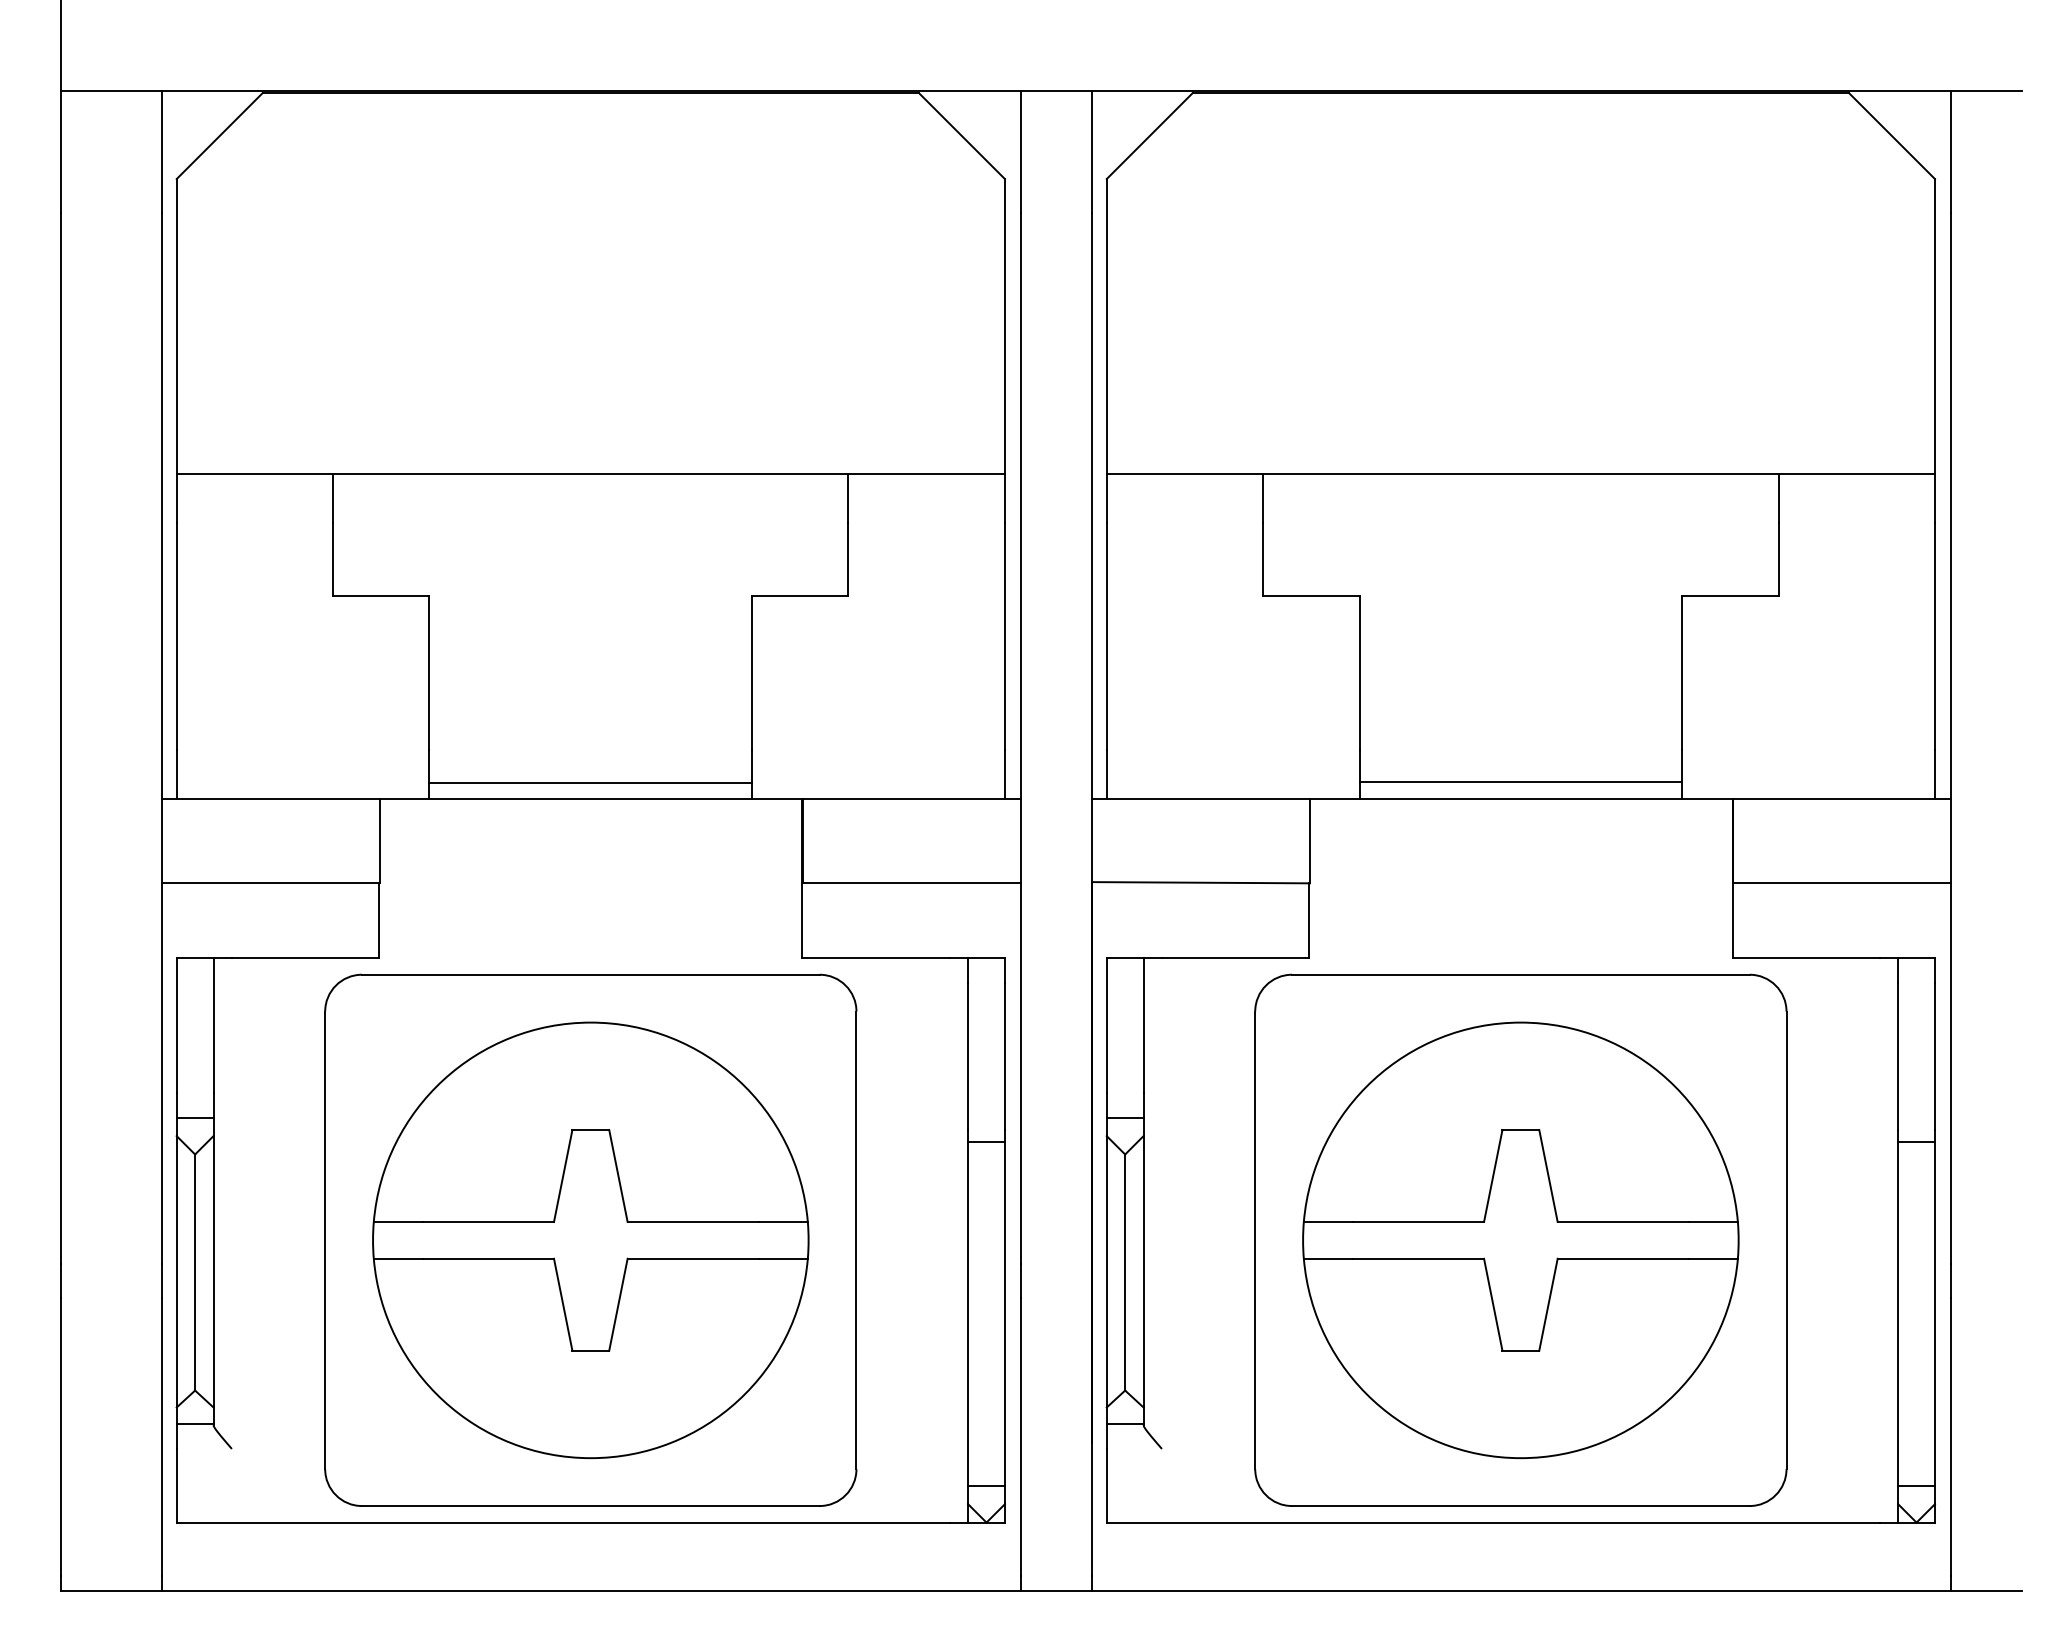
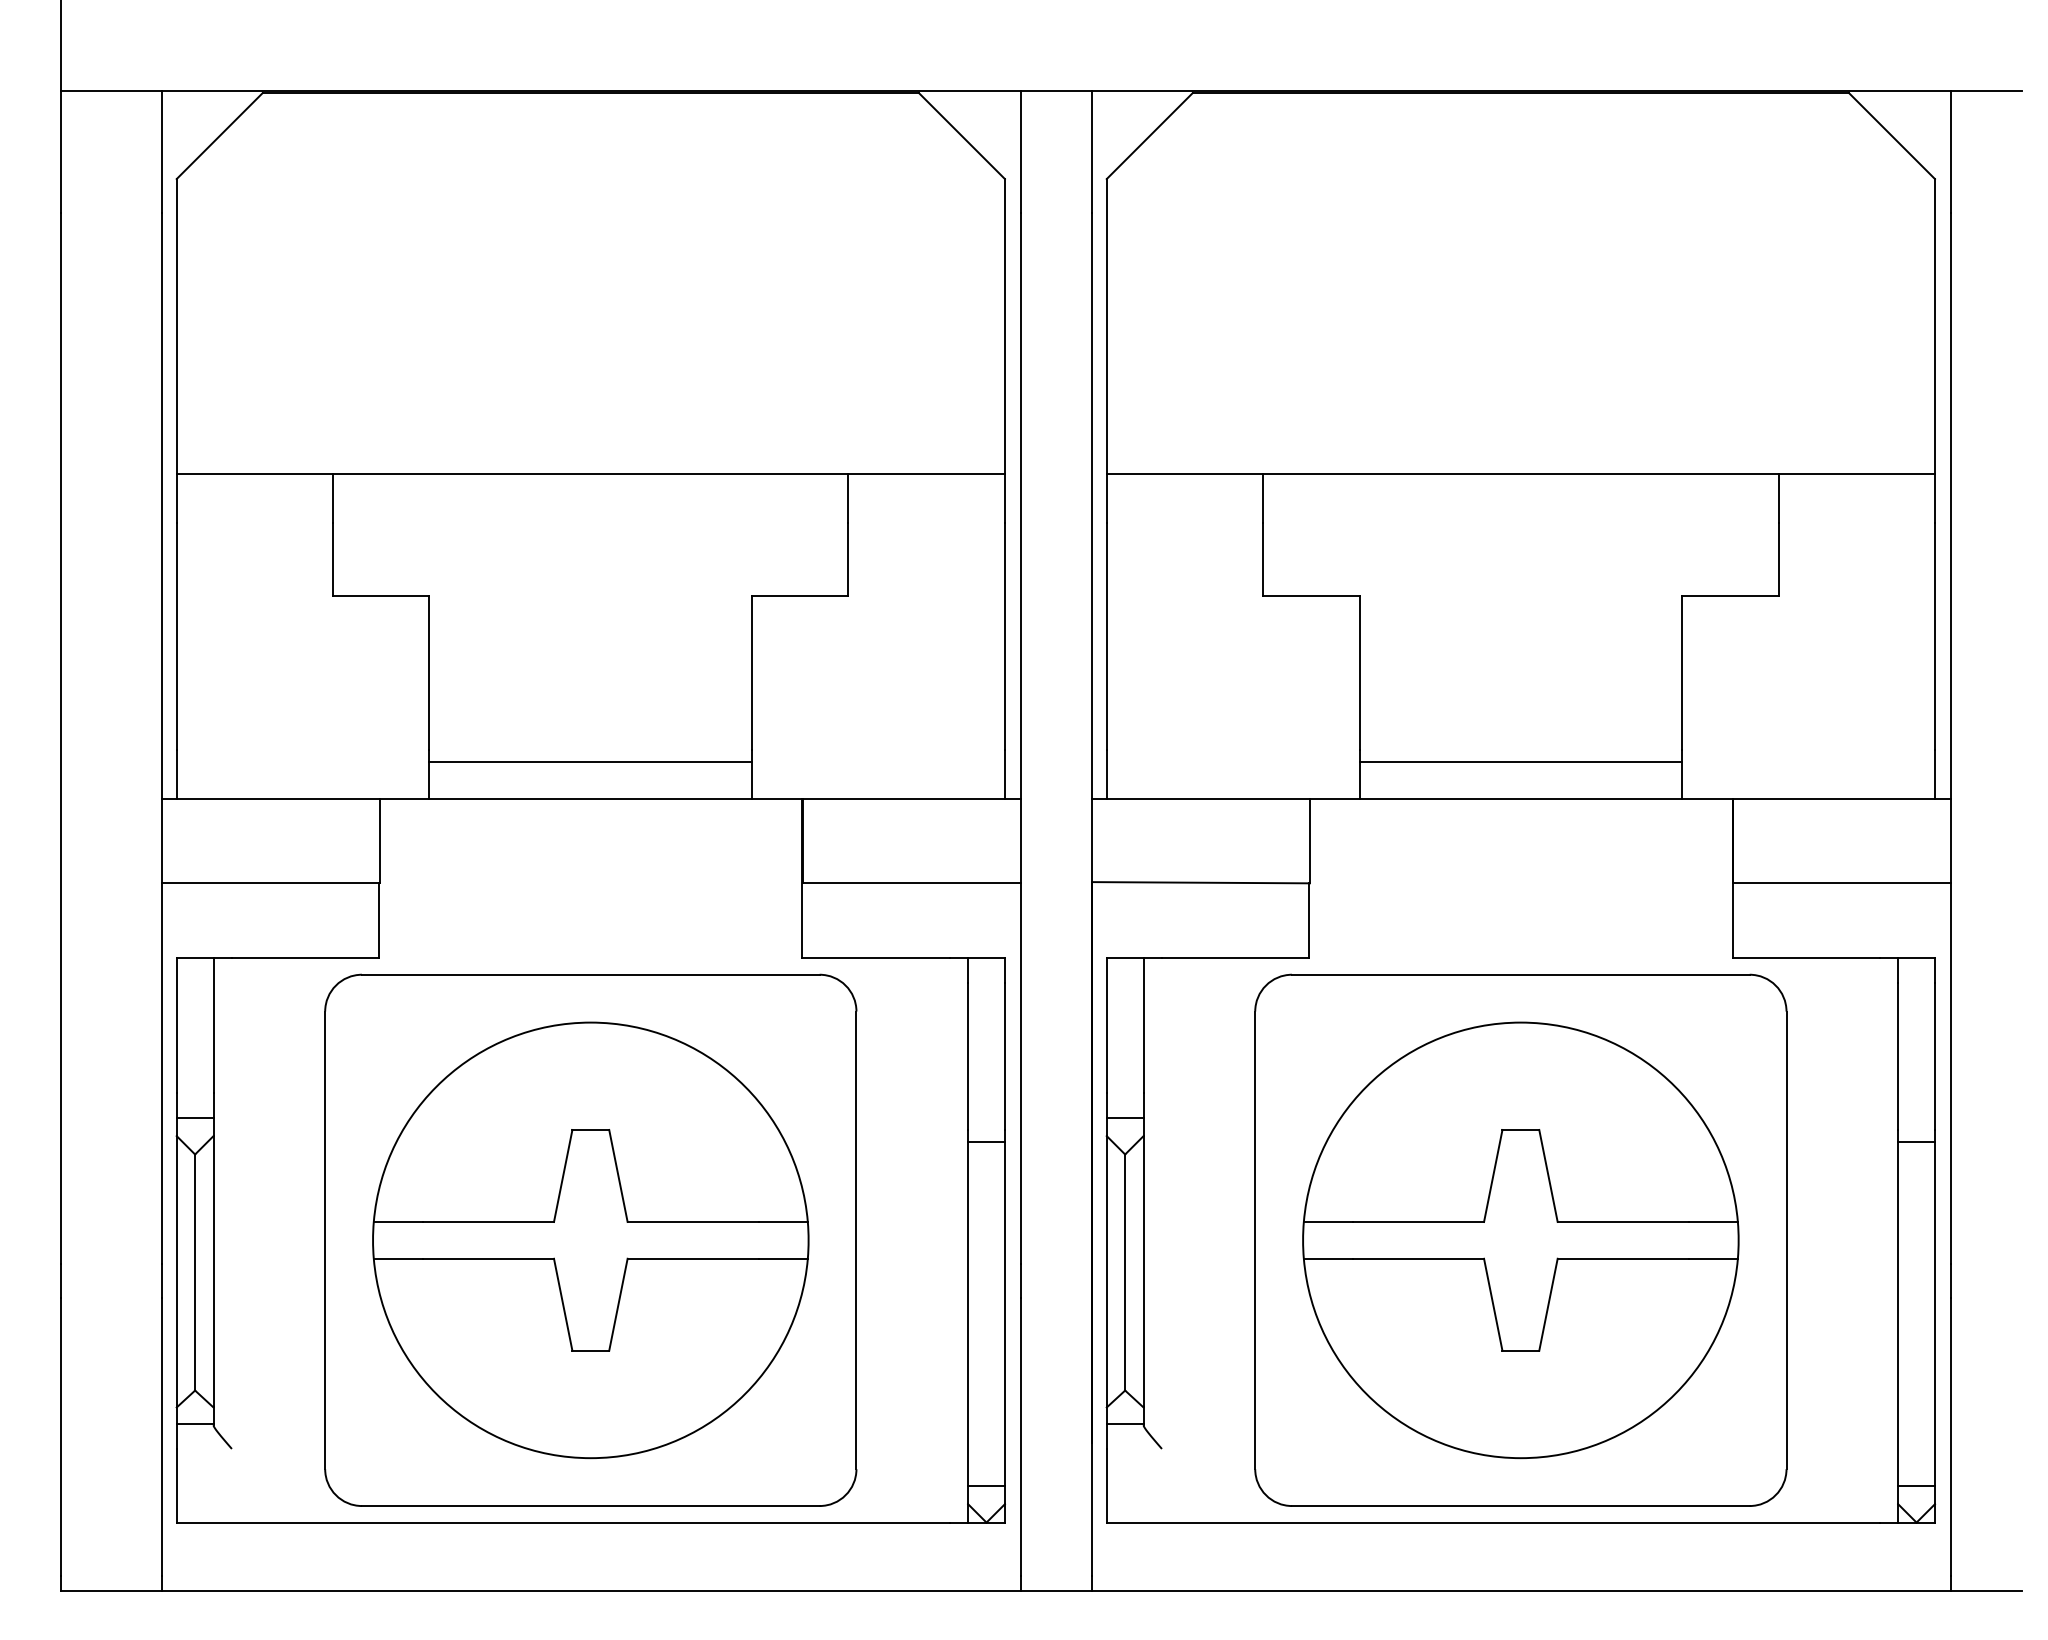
line at (1520, 781) position: (1520, 781) -> (1520, 761)
line at (590, 782) position: (590, 782) -> (590, 761)
